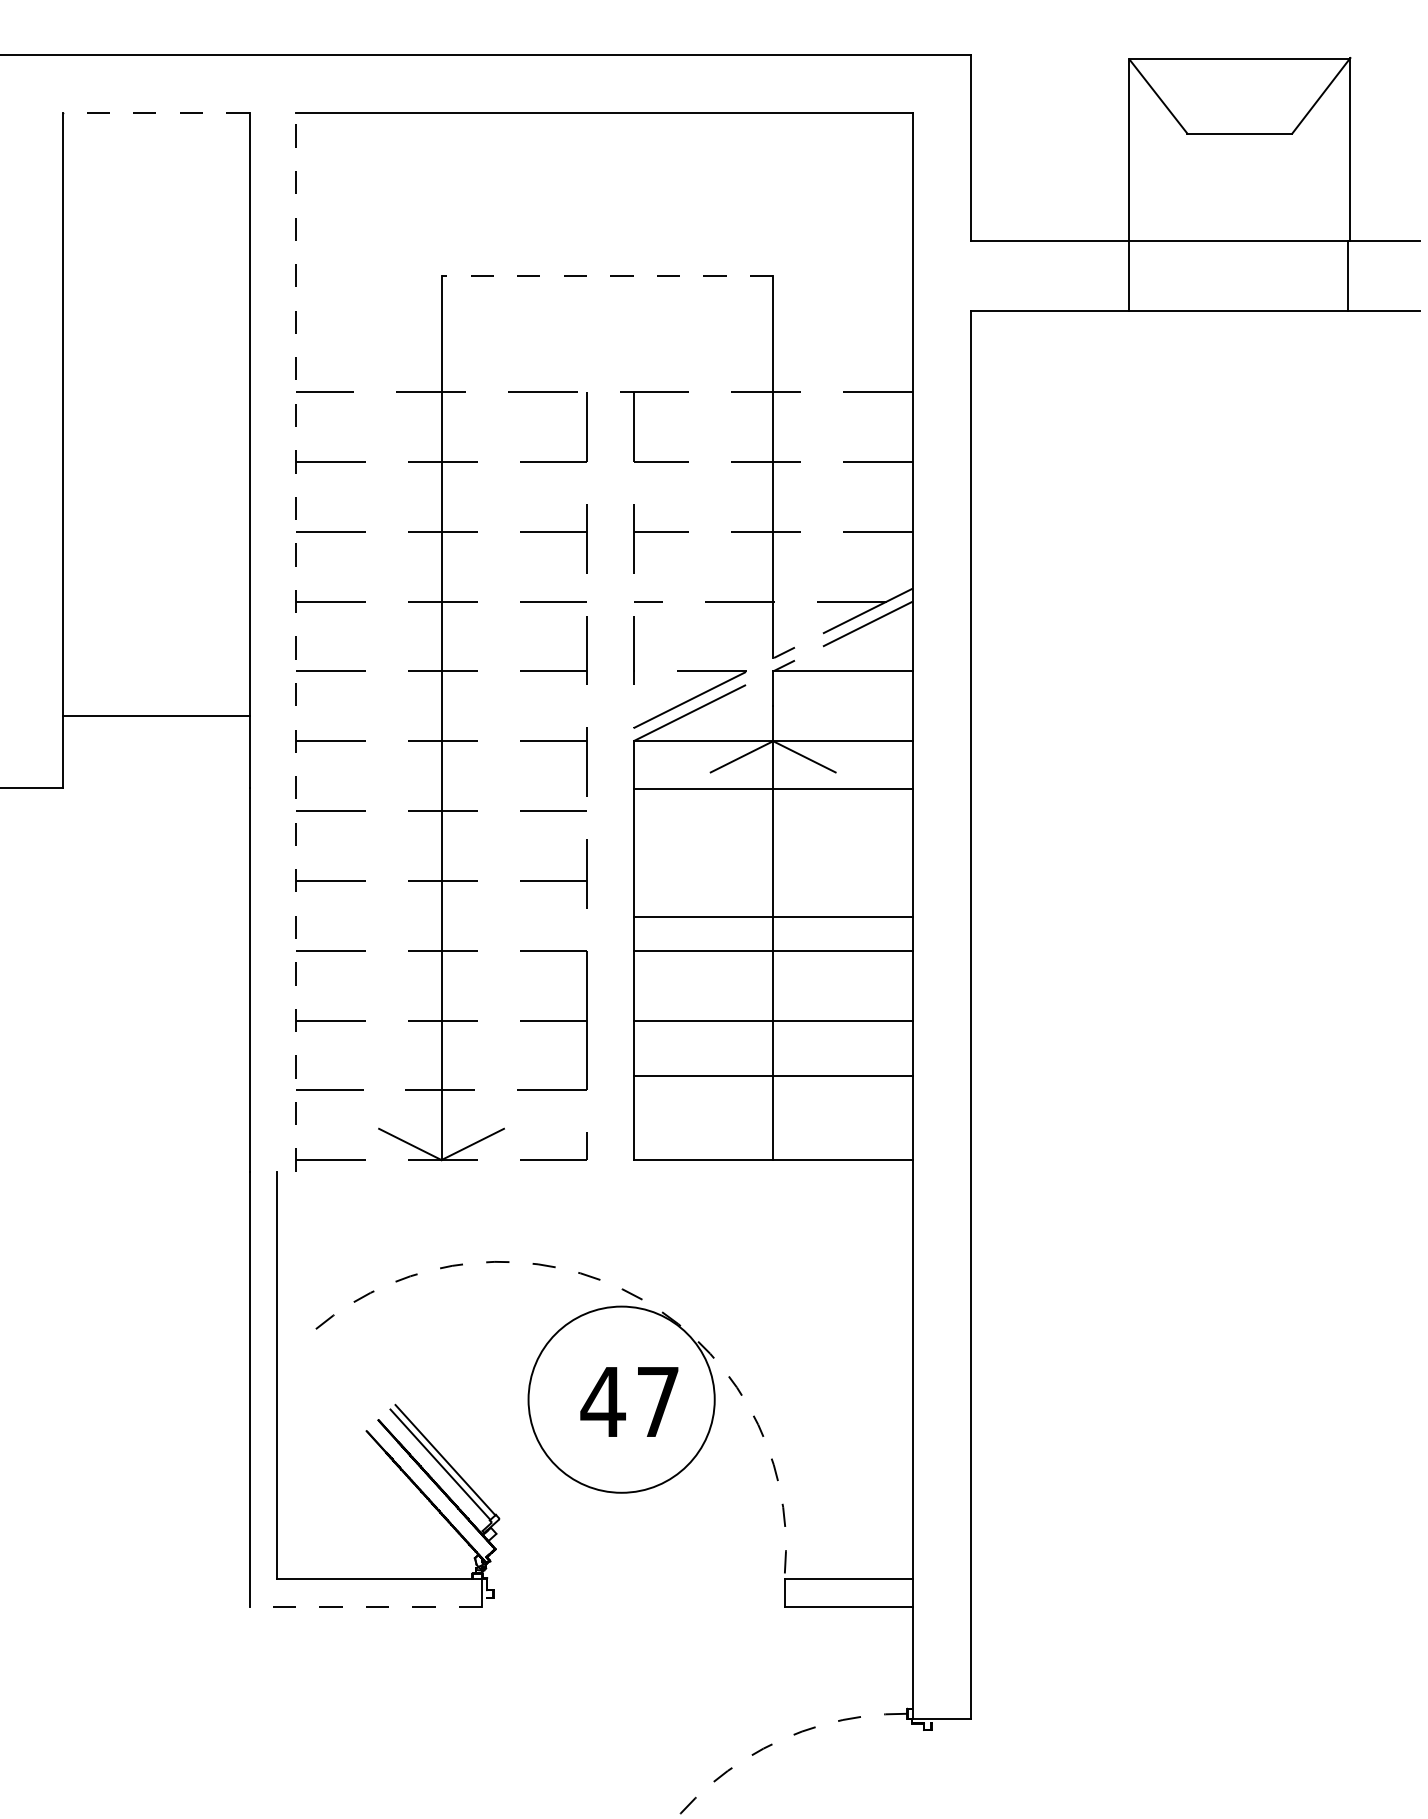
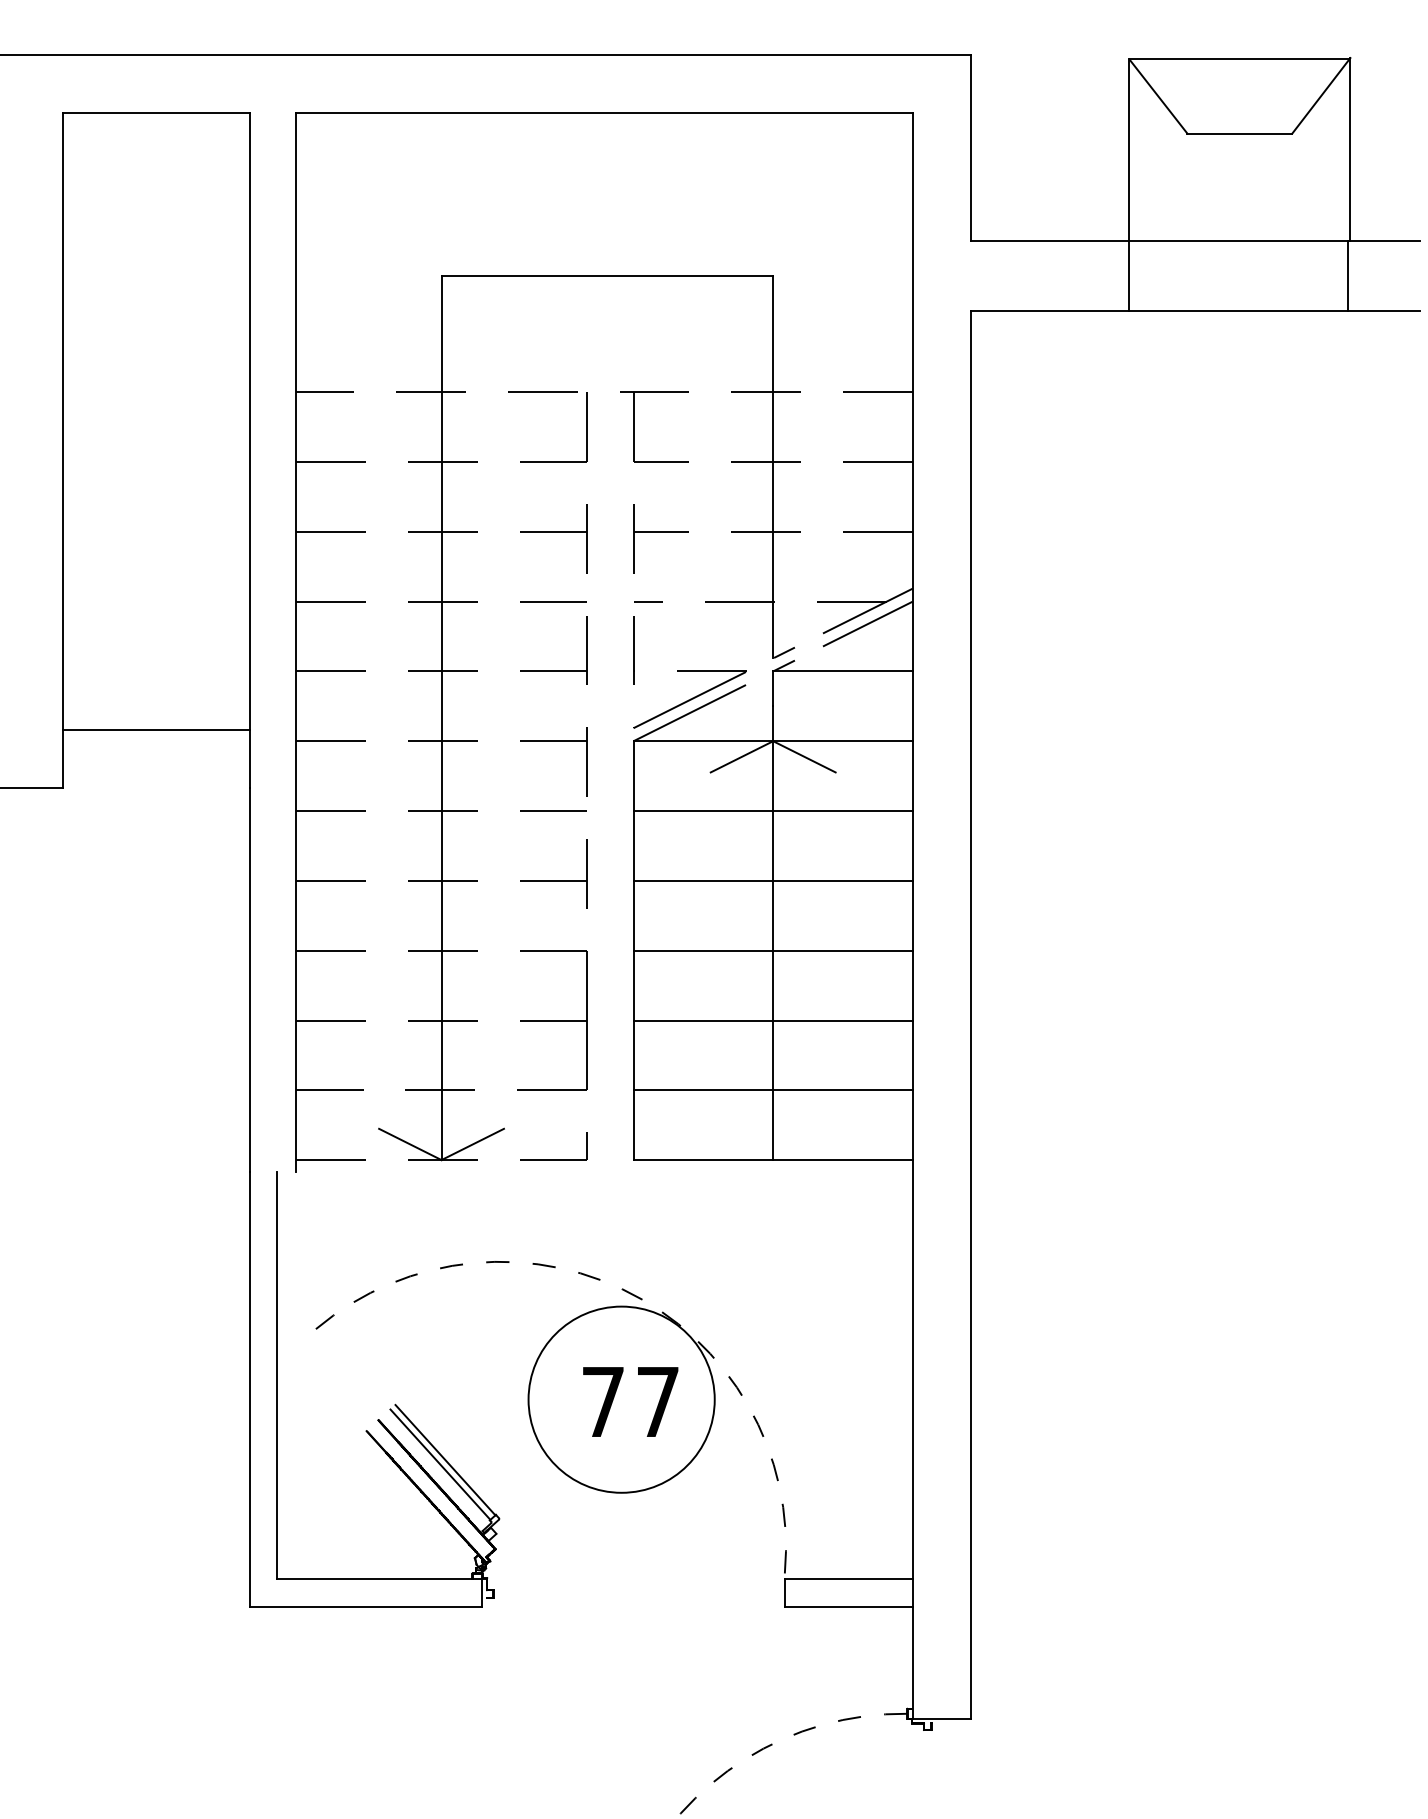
line at (155, 112): dashed -> solid
line at (607, 275): dashed -> solid
line at (296, 641): dashed -> solid
line at (156, 715) position: (156, 715) -> (156, 729)
line at (772, 789) position: (772, 789) -> (772, 811)
line at (772, 916) position: (772, 916) -> (772, 880)
line at (772, 1076) position: (772, 1076) -> (772, 1090)
text at (602, 1401): 47 -> 77
line at (365, 1606): dashed -> solid
